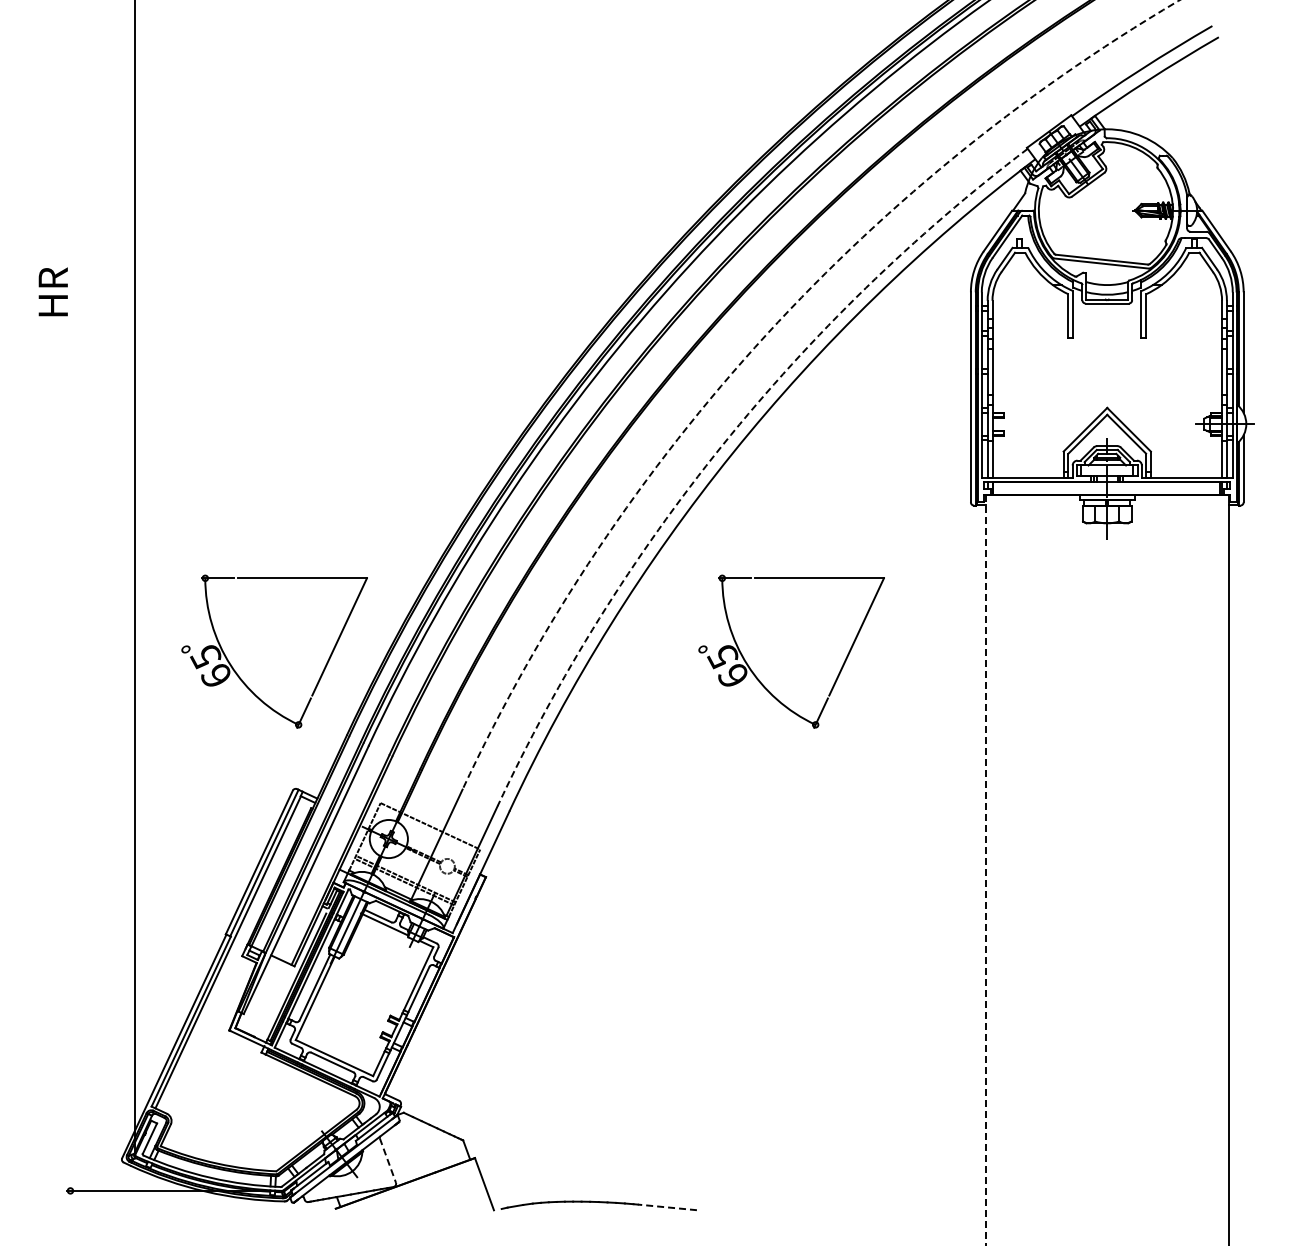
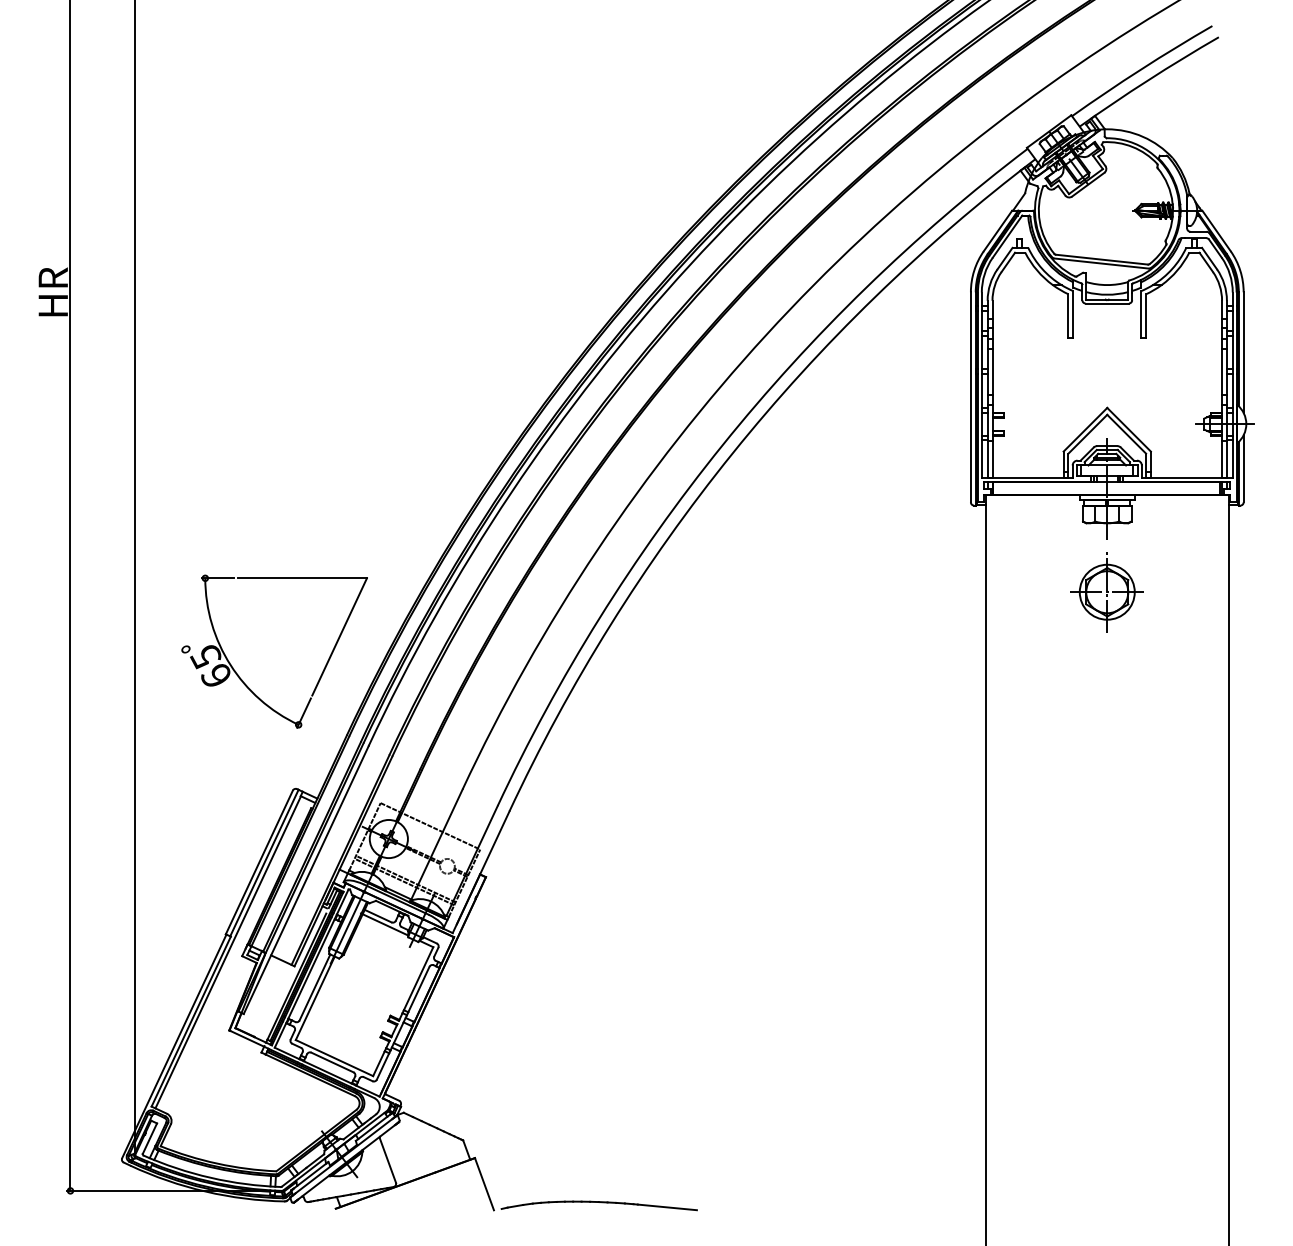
arc at (761, 340): dashed -> solid
arc at (722, 445): dashed -> solid
part at (1106, 592): none -> present
line at (70, 596): none -> present
part at (756, 675): present -> none
line at (986, 871): dashed -> solid
line at (387, 1160): dashed -> solid
line at (667, 1207): dashed -> solid
